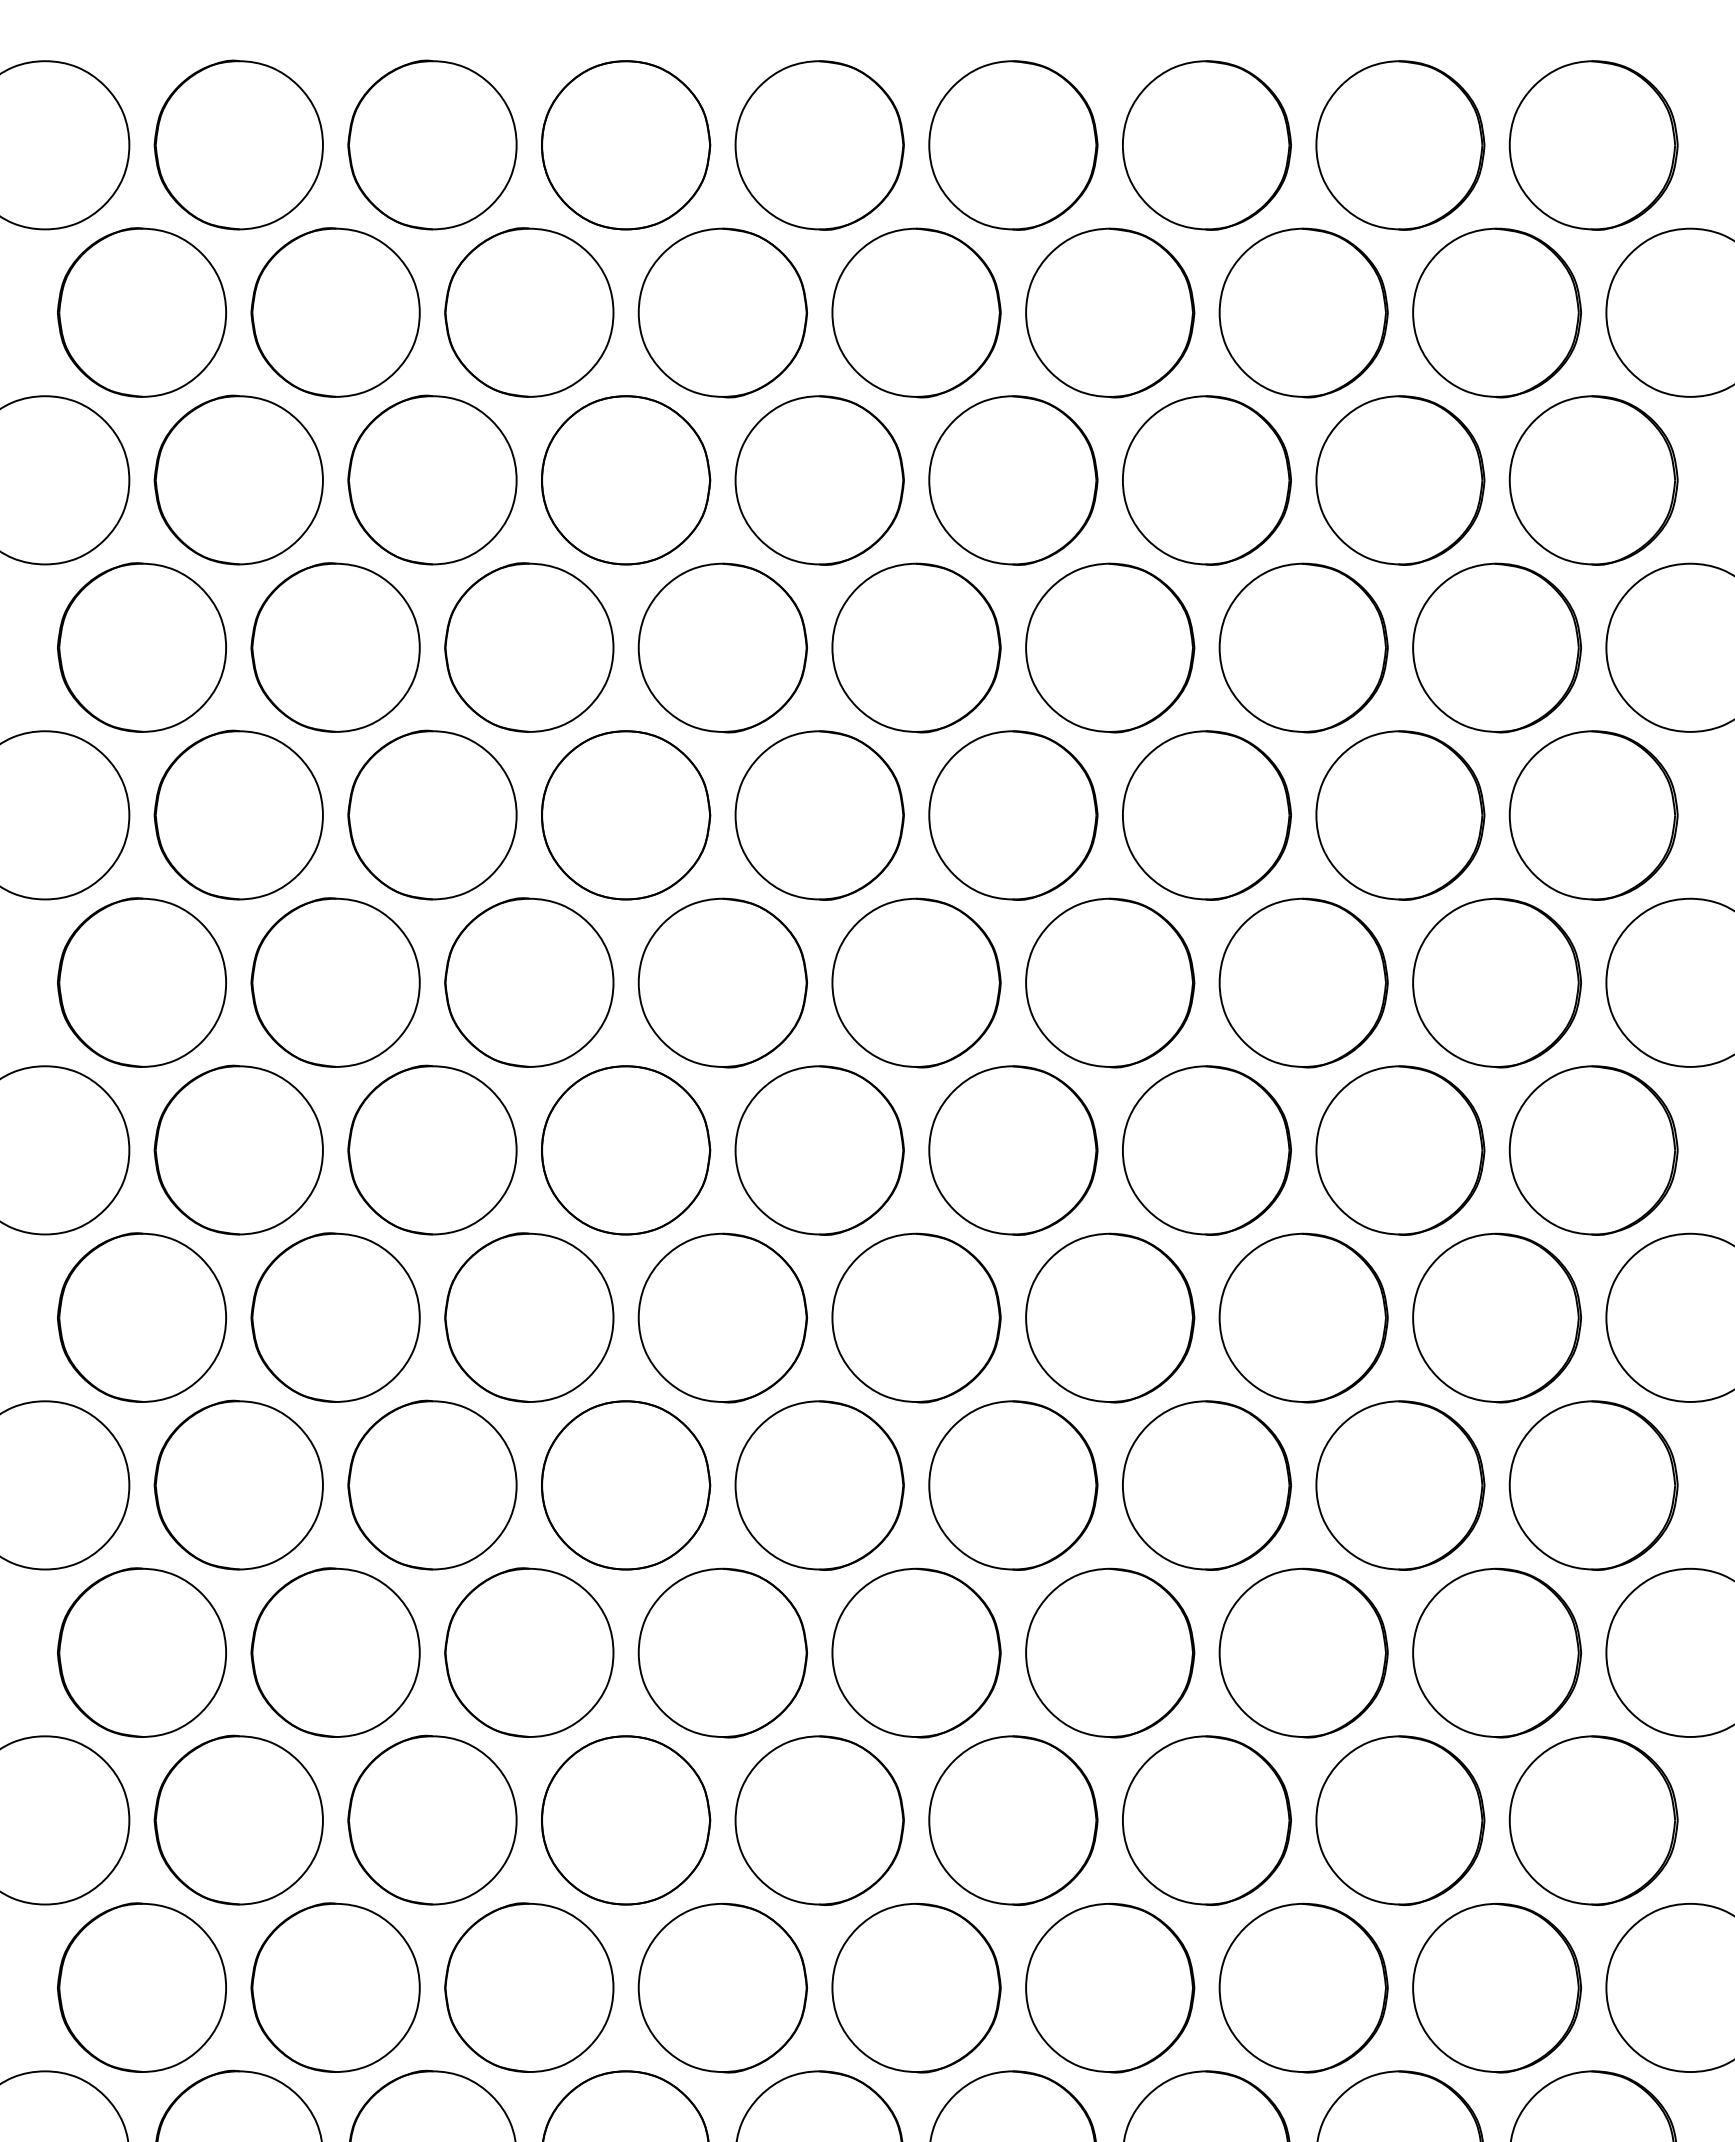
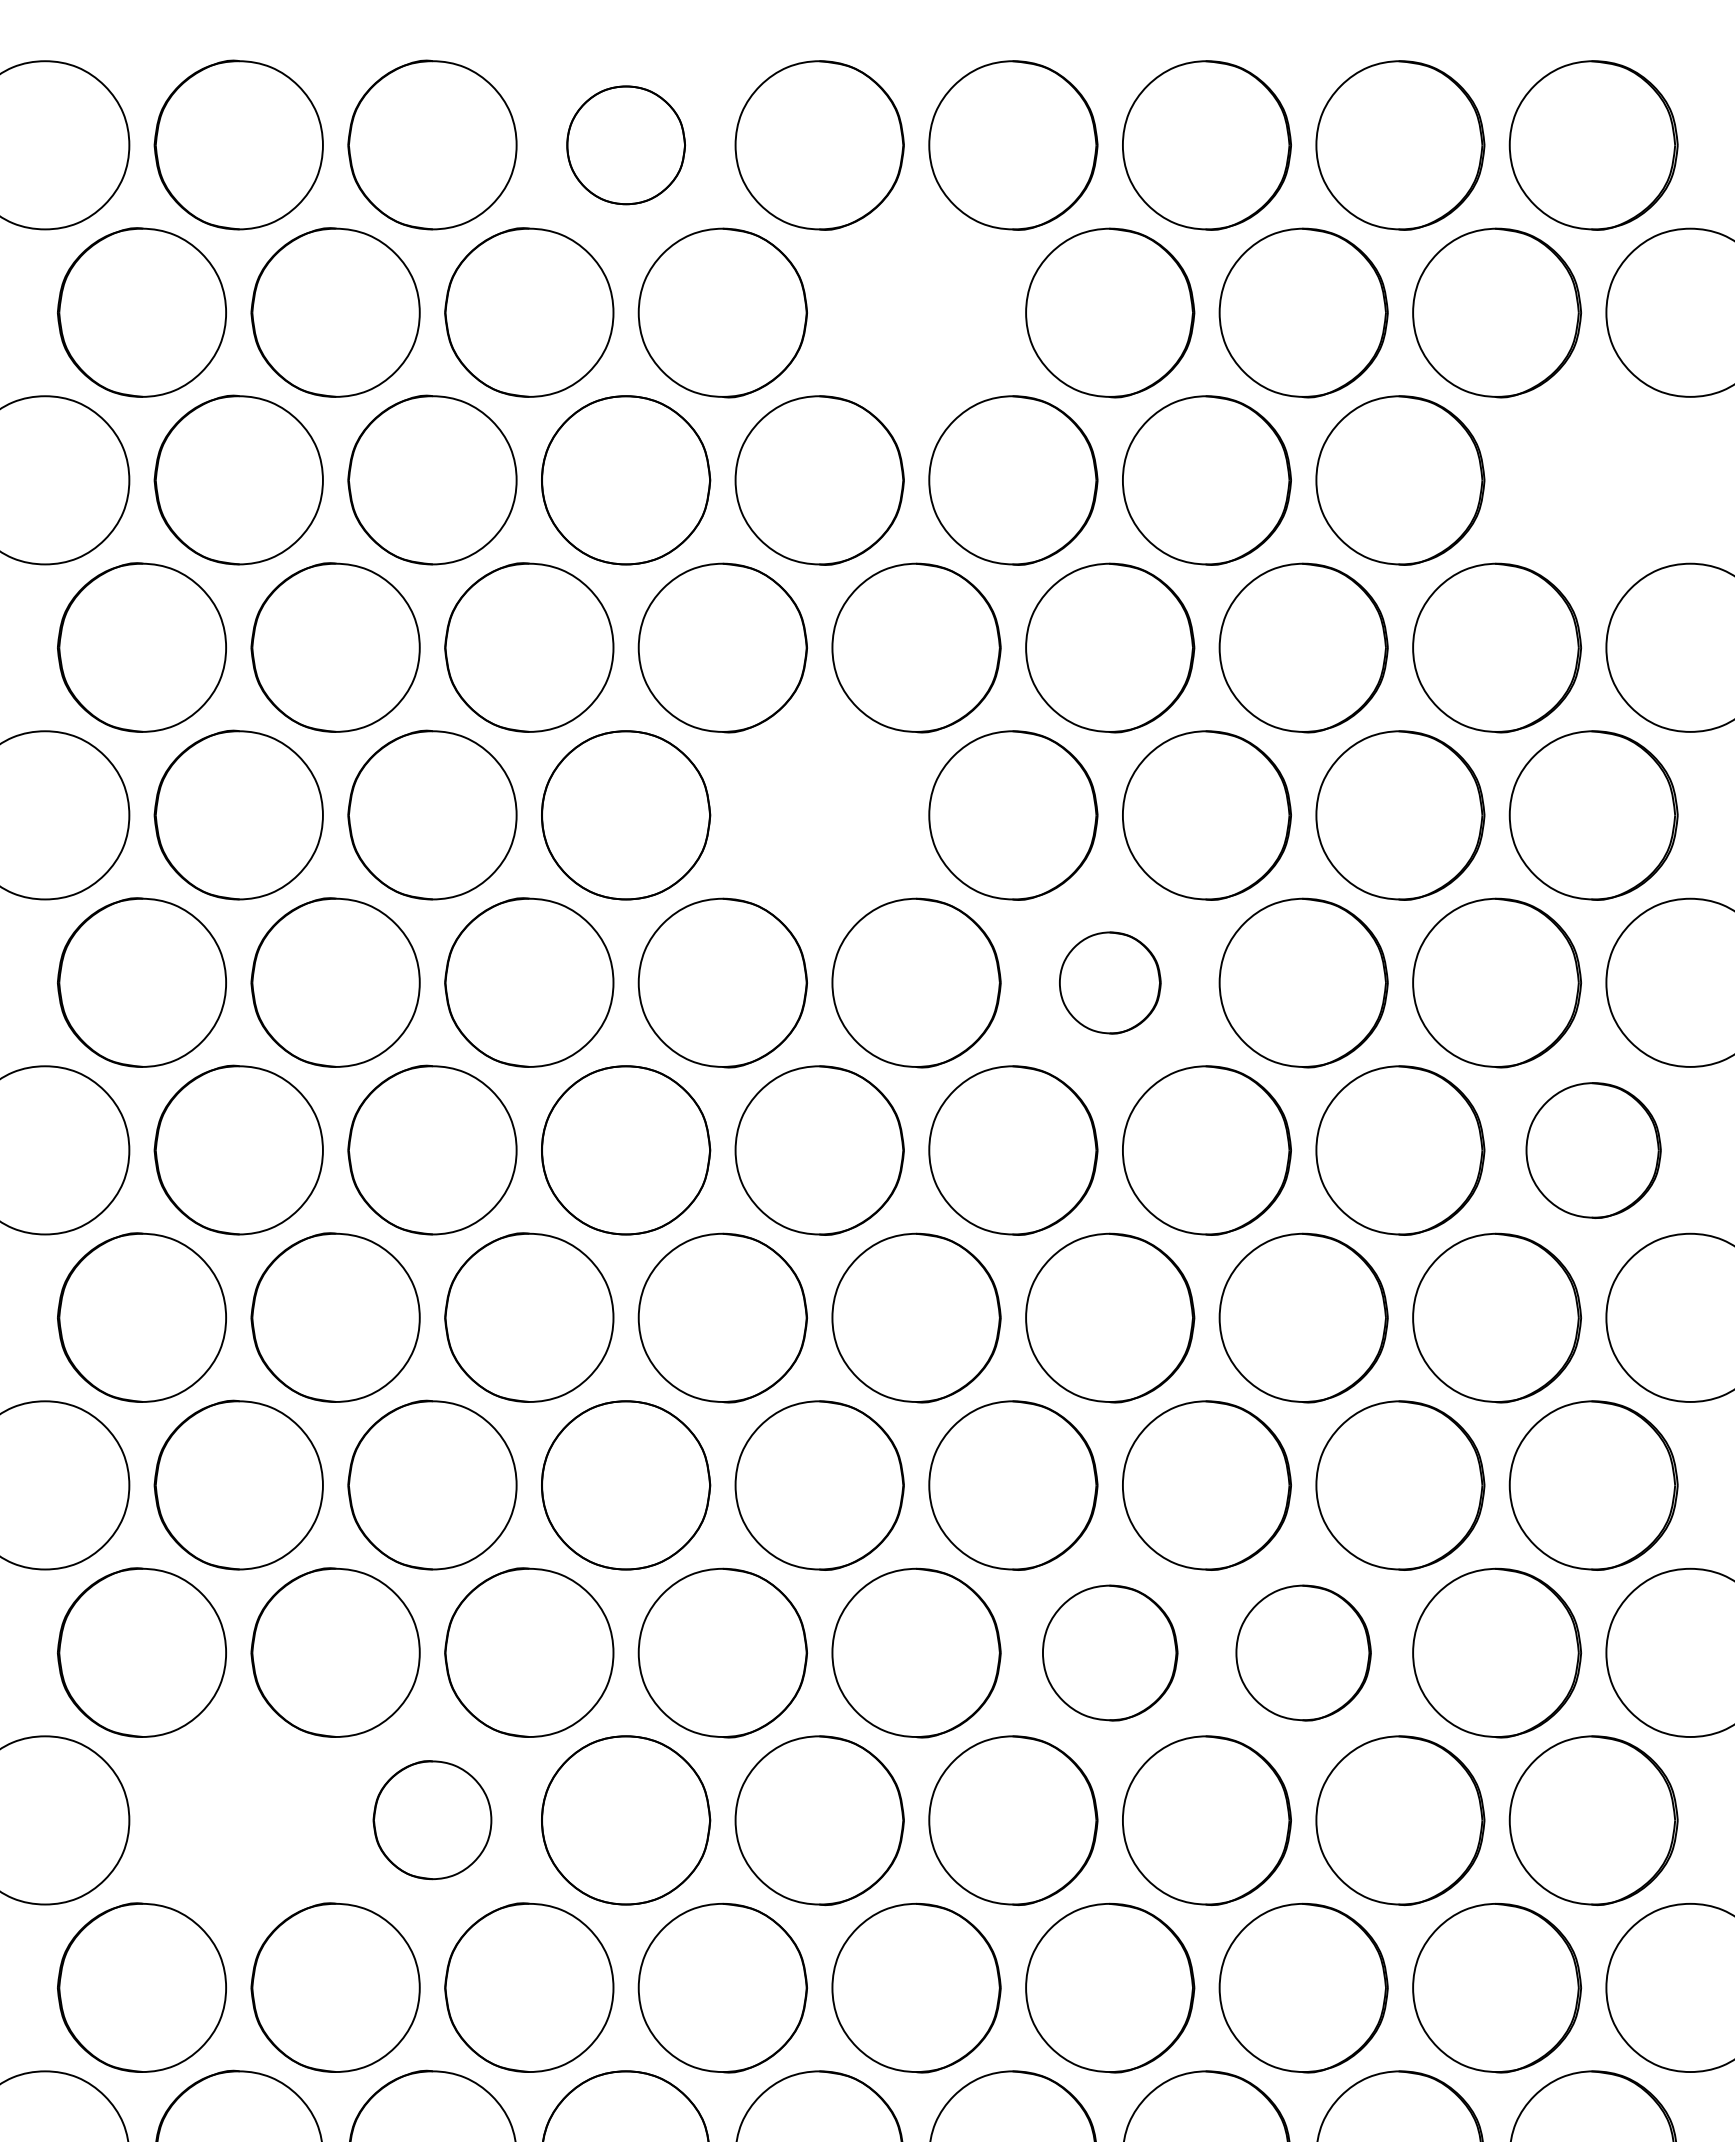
part at (626, 145) size: 171x171 px -> 120x121 px
part at (916, 312): present -> none
part at (1593, 480): present -> none
part at (819, 815): present -> none
part at (1110, 982) size: 171x172 px -> 103x104 px
part at (1593, 1150) size: 171x171 px -> 137x137 px
part at (1110, 1652) size: 171x172 px -> 137x138 px
part at (1303, 1652) size: 171x172 px -> 137x138 px
part at (238, 1819): present -> none
part at (432, 1819) size: 171x172 px -> 121x121 px
